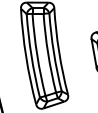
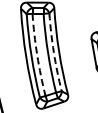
arc at (53, 52): solid -> dashed
arc at (37, 55): solid -> dashed
